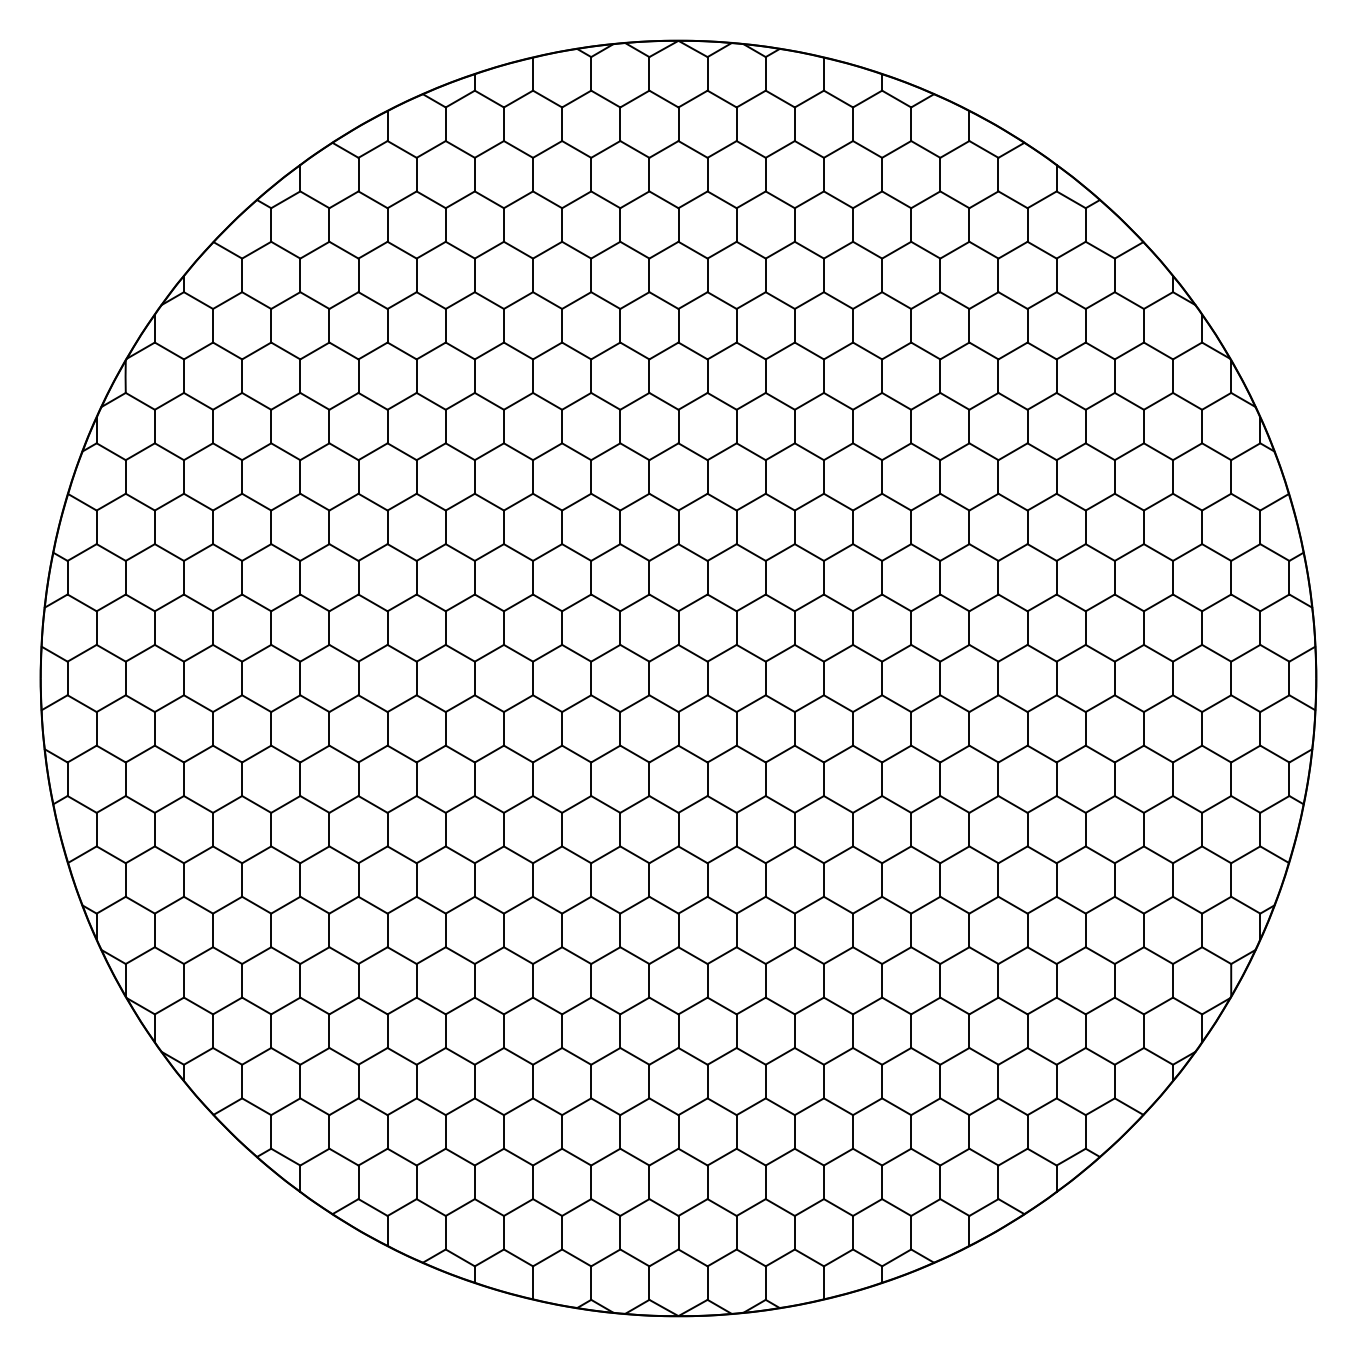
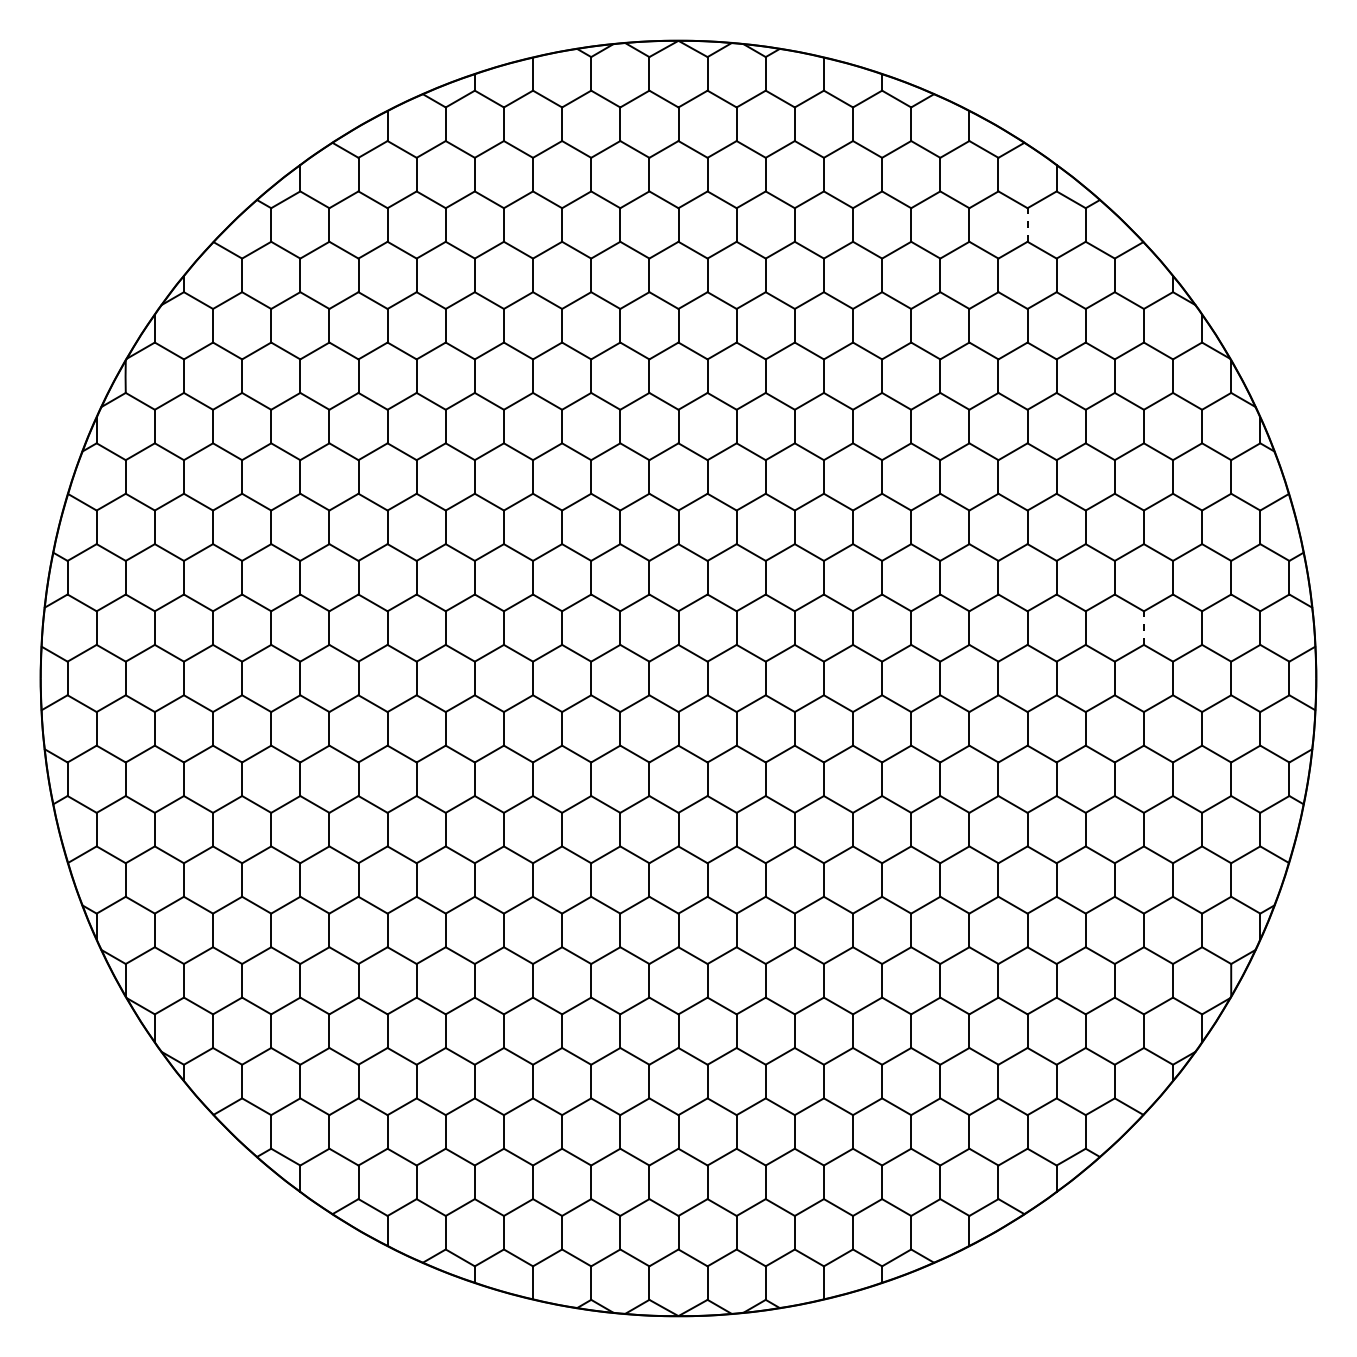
line at (1027, 225): solid -> dashed
line at (1143, 628): solid -> dashed
